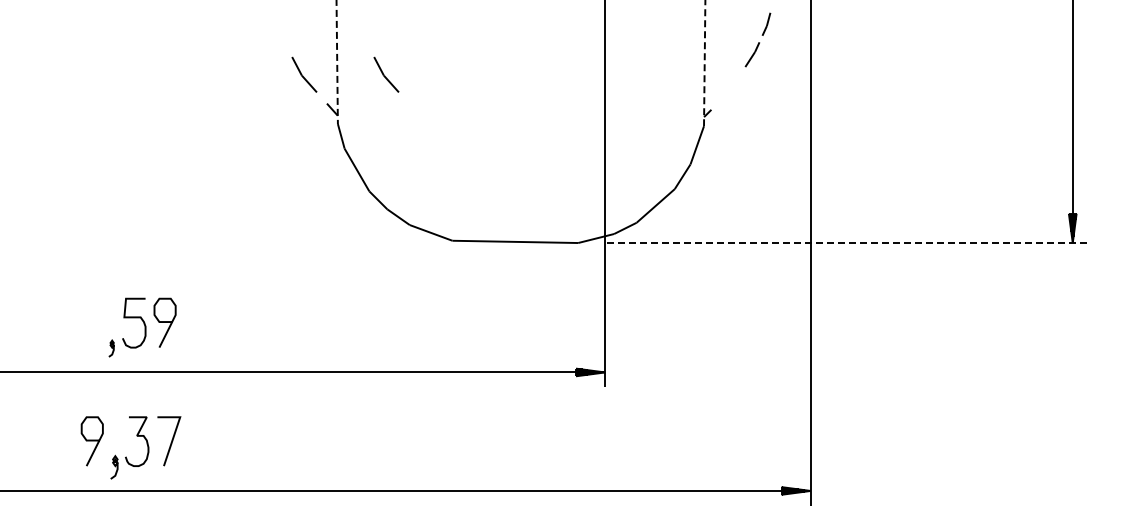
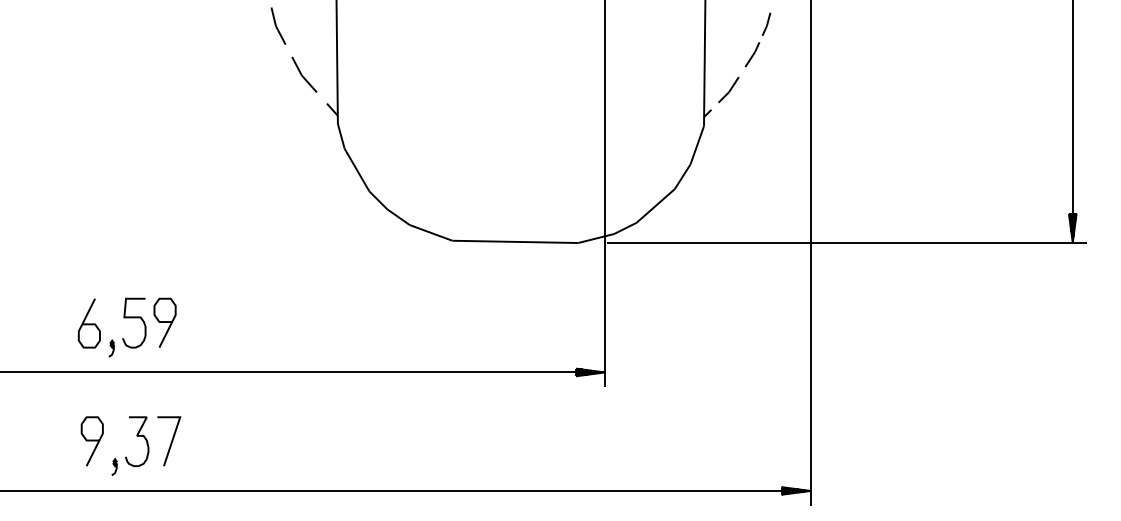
part at (278, 25): none -> present
line at (337, 62): dashed -> solid
line at (704, 63): dashed -> solid
part at (386, 74): present -> none
part at (728, 89): none -> present
line at (847, 243): dashed -> solid
curve at (88, 323): none -> present
part at (114, 466) size: 9x26 px -> 7x19 px
